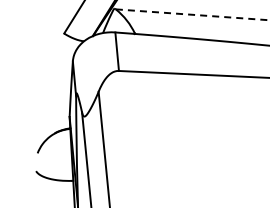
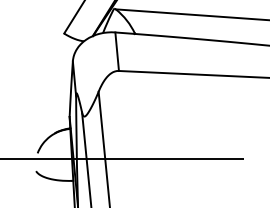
line at (192, 14): dashed -> solid
line at (134, 159): none -> present
